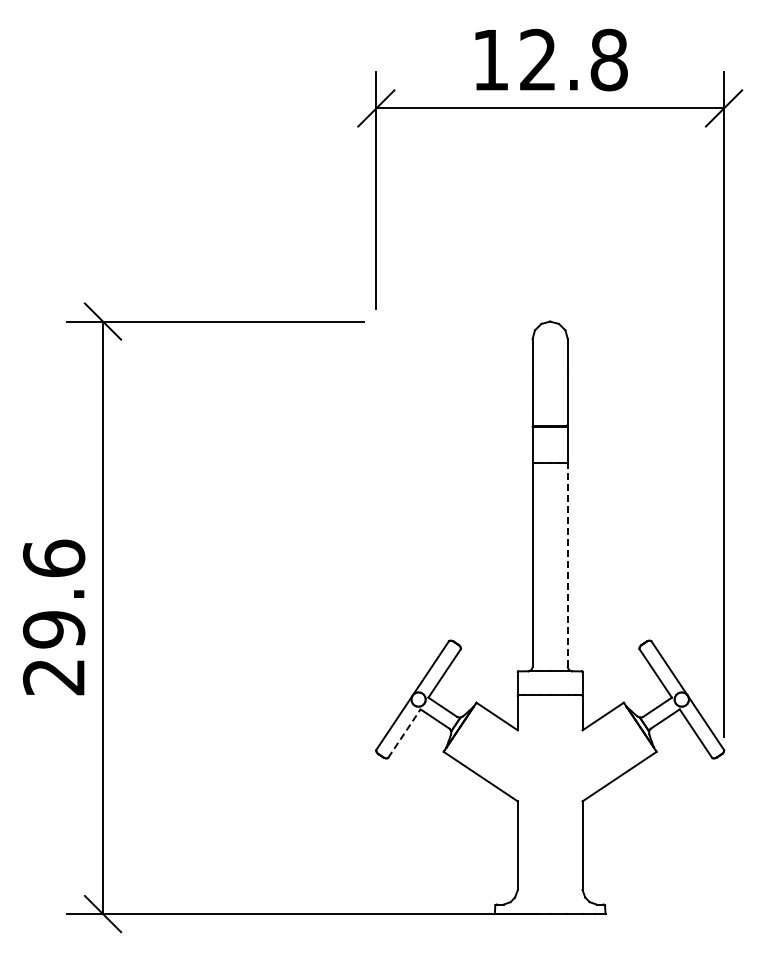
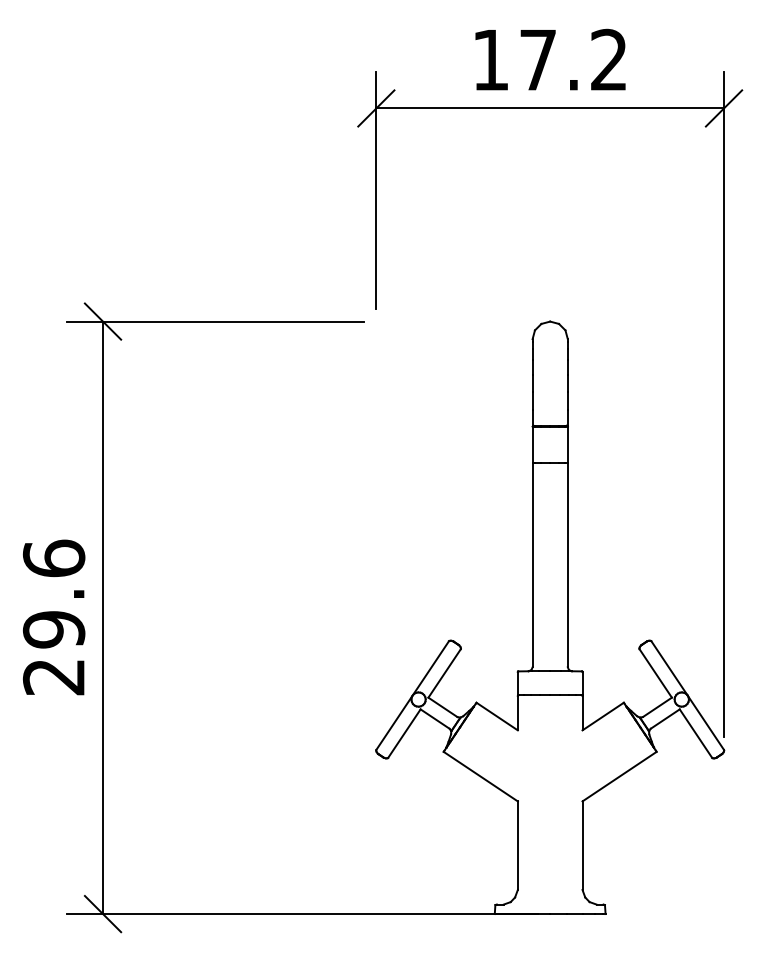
text at (573, 59): 12.8 -> 17.2
line at (567, 564): dashed -> solid
line at (404, 733): dashed -> solid
